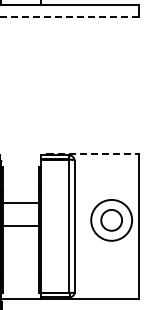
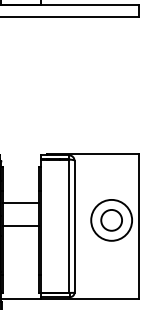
line at (69, 16): dashed -> solid
line at (93, 153): dashed -> solid
